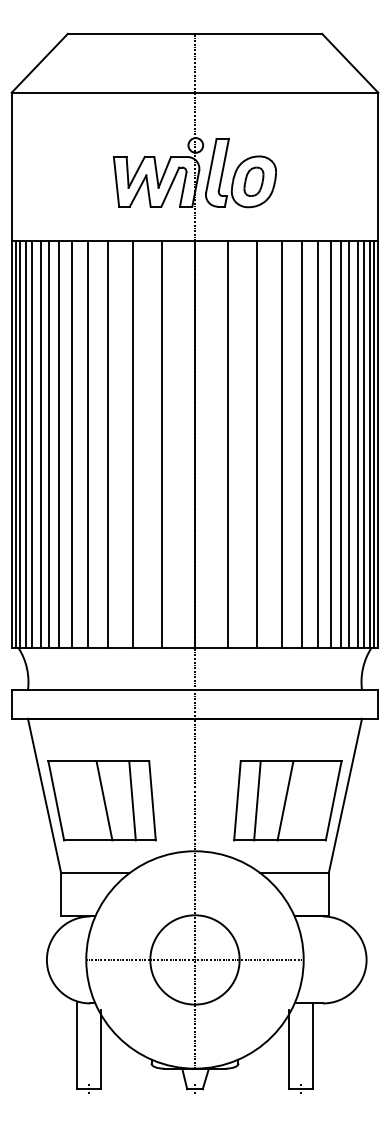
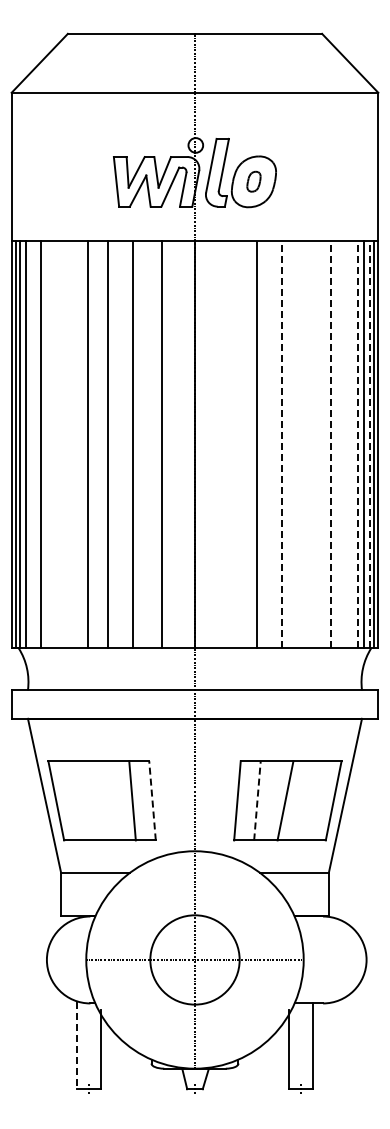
part at (253, 181) size: 22x31 px -> 16x23 px
line at (32, 444): present -> none
line at (49, 444): present -> none
line at (59, 444): present -> none
line at (72, 444): present -> none
line at (228, 444): present -> none
line at (281, 444): solid -> dashed
line at (302, 444): present -> none
line at (317, 444): present -> none
line at (330, 444): solid -> dashed
line at (340, 444): present -> none
line at (348, 444): present -> none
line at (357, 444): solid -> dashed
line at (369, 444): solid -> dashed
line at (104, 800): present -> none
line at (152, 800): solid -> dashed
line at (257, 800): solid -> dashed
line at (77, 1045): solid -> dashed
